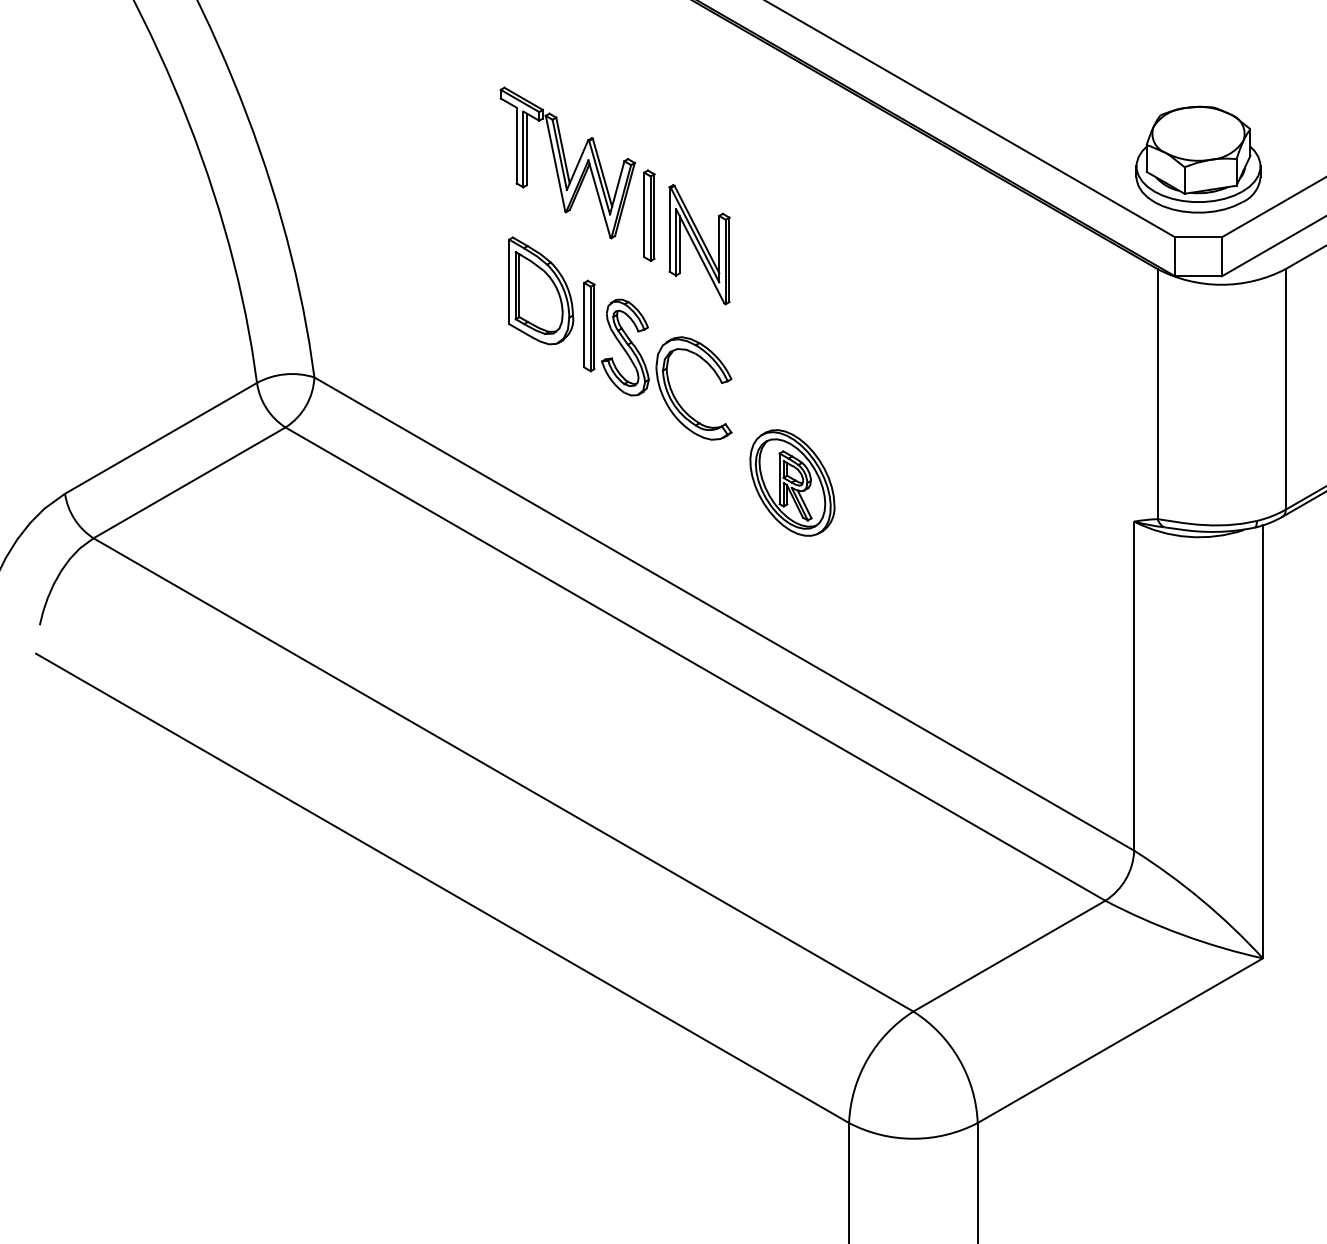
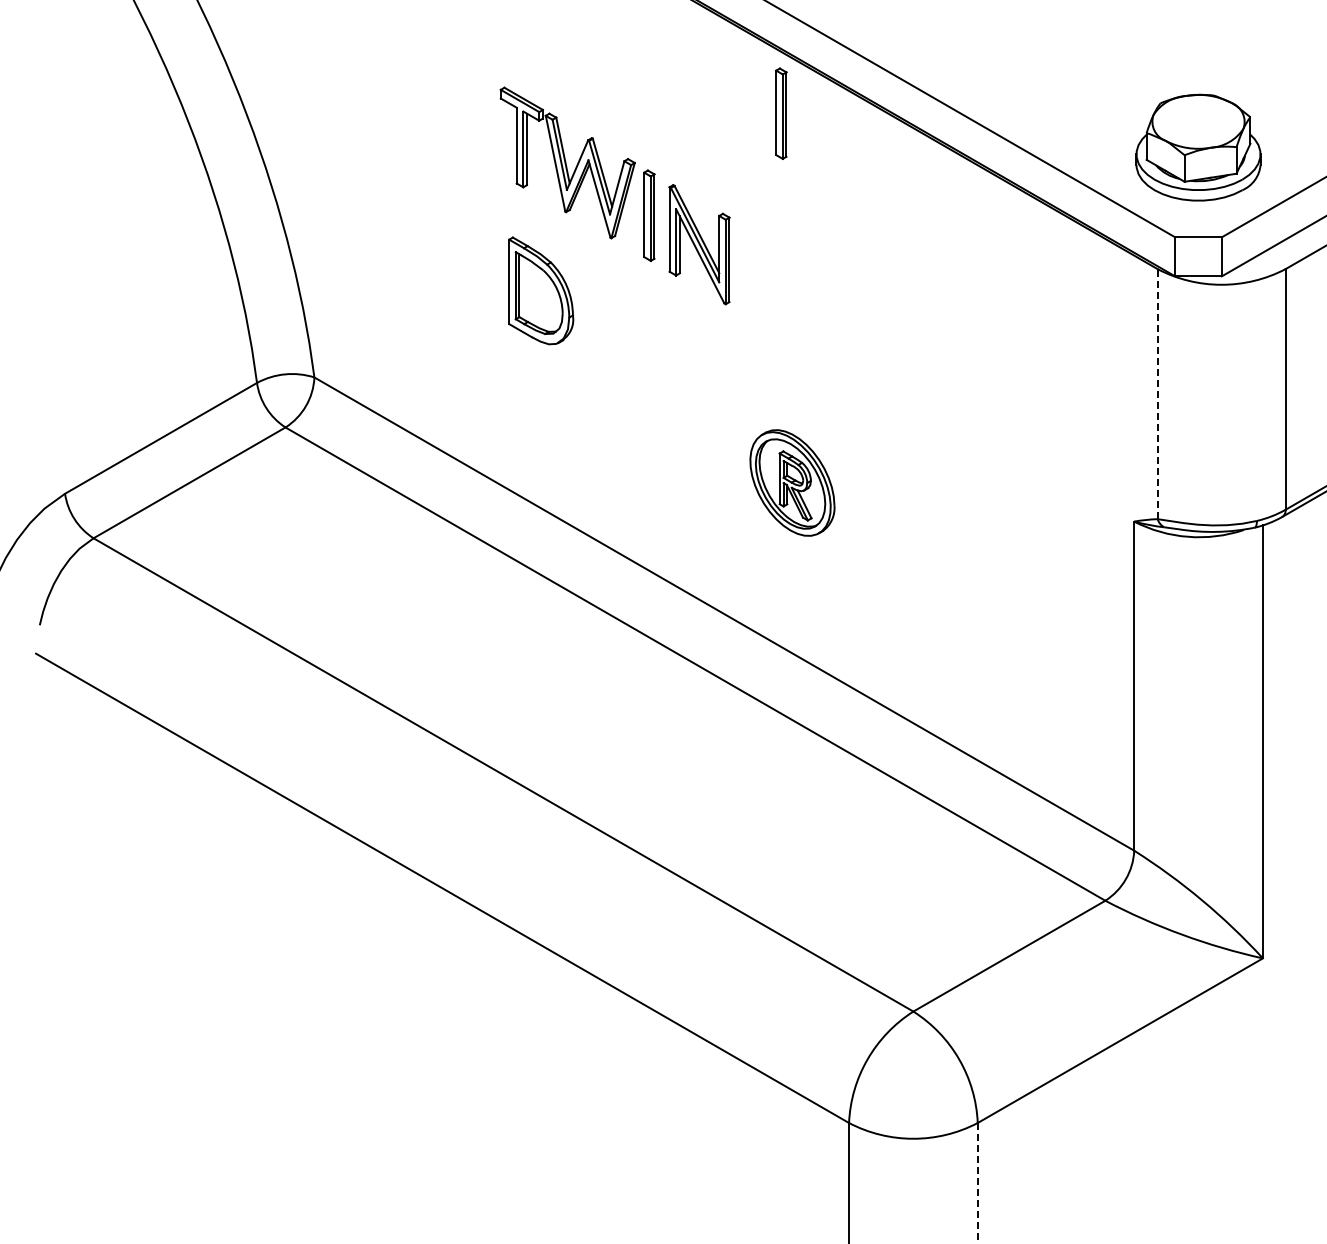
part at (781, 113): none -> present
part at (1198, 159) position: (1198, 159) -> (1198, 147)
part at (657, 359): present -> none
line at (1157, 393): solid -> dashed
line at (977, 1184): solid -> dashed
